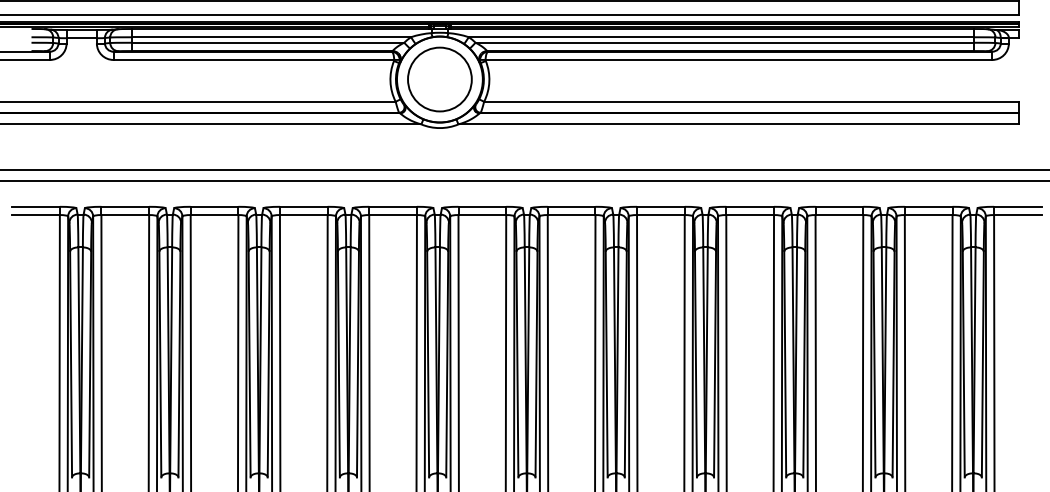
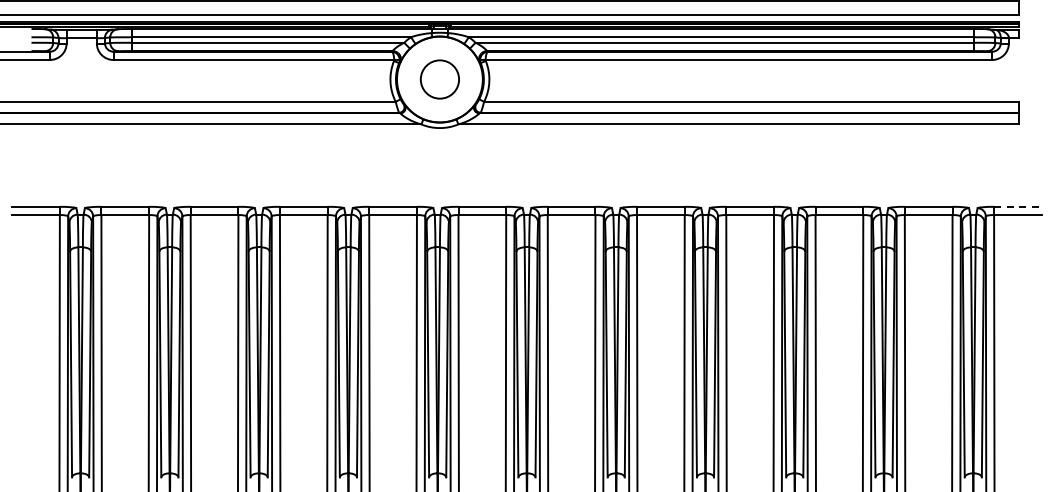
circle at (439, 79) size: 66x67 px -> 41x41 px
line at (524, 170): present -> none
line at (524, 181): present -> none
line at (1017, 206): solid -> dashed
